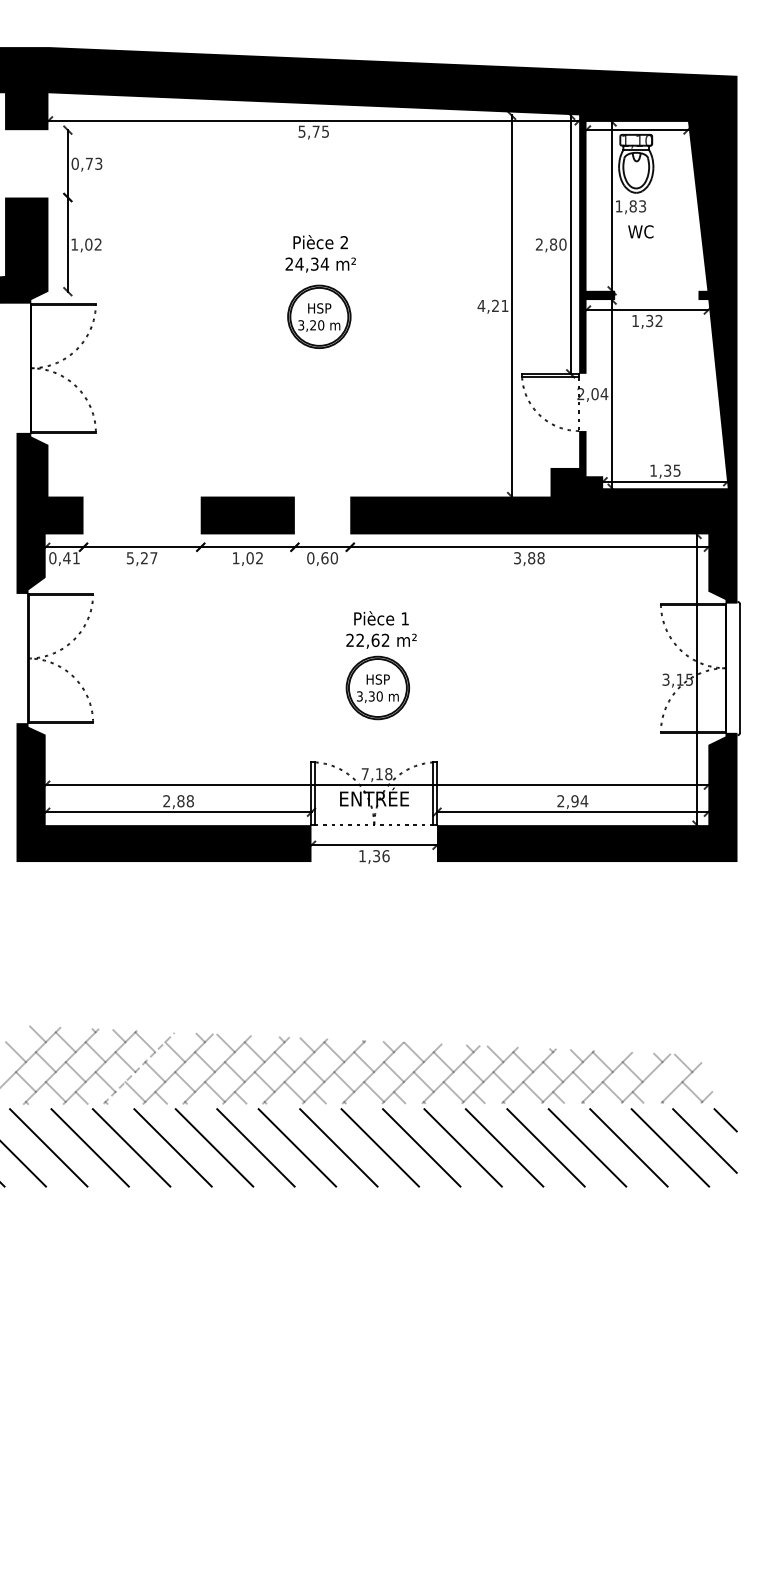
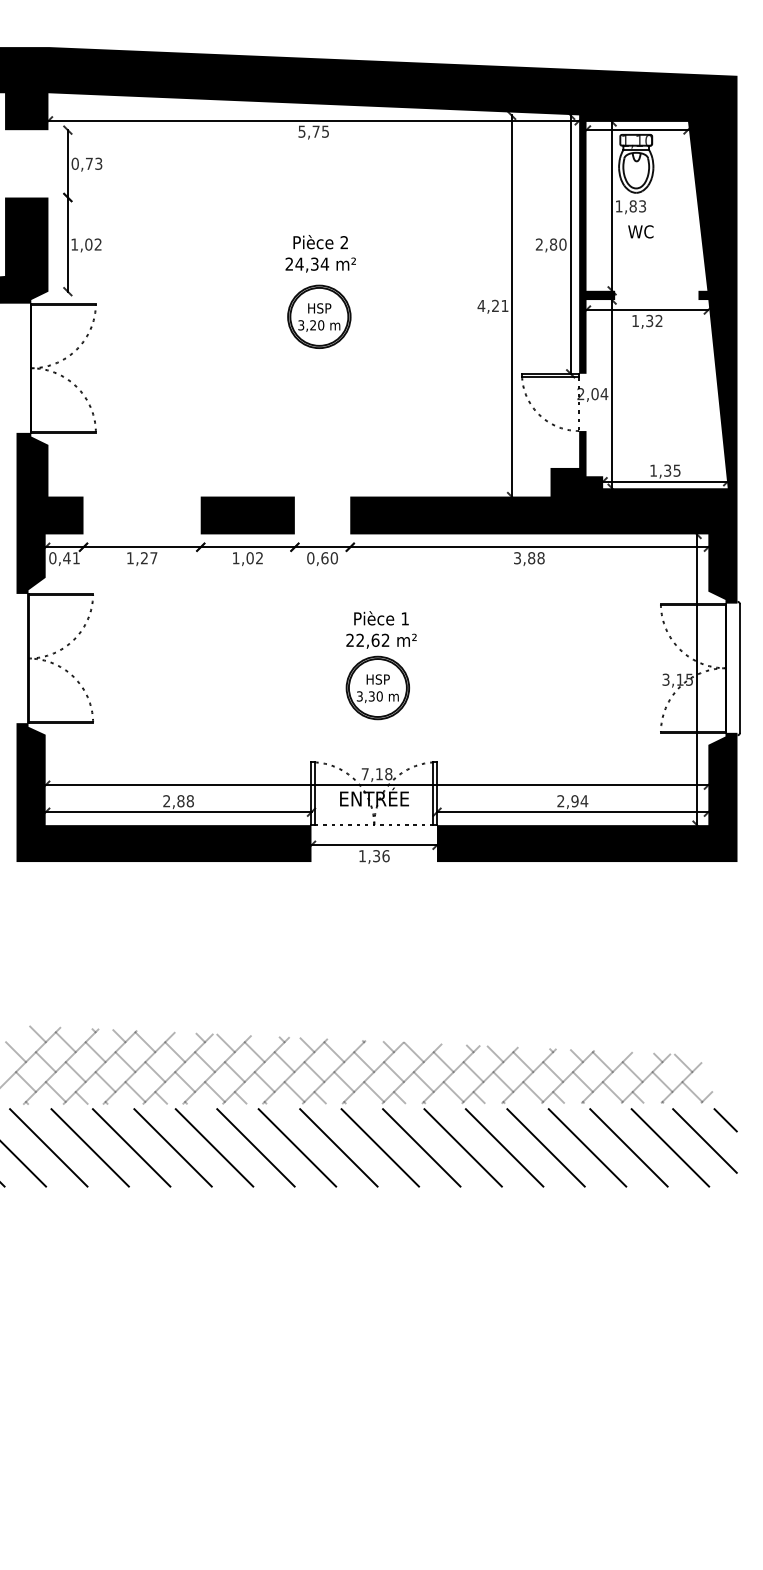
text at (129, 558): 5,27 -> 1,27
line at (139, 1068): dashed -> solid
line at (662, 1081): none -> present
